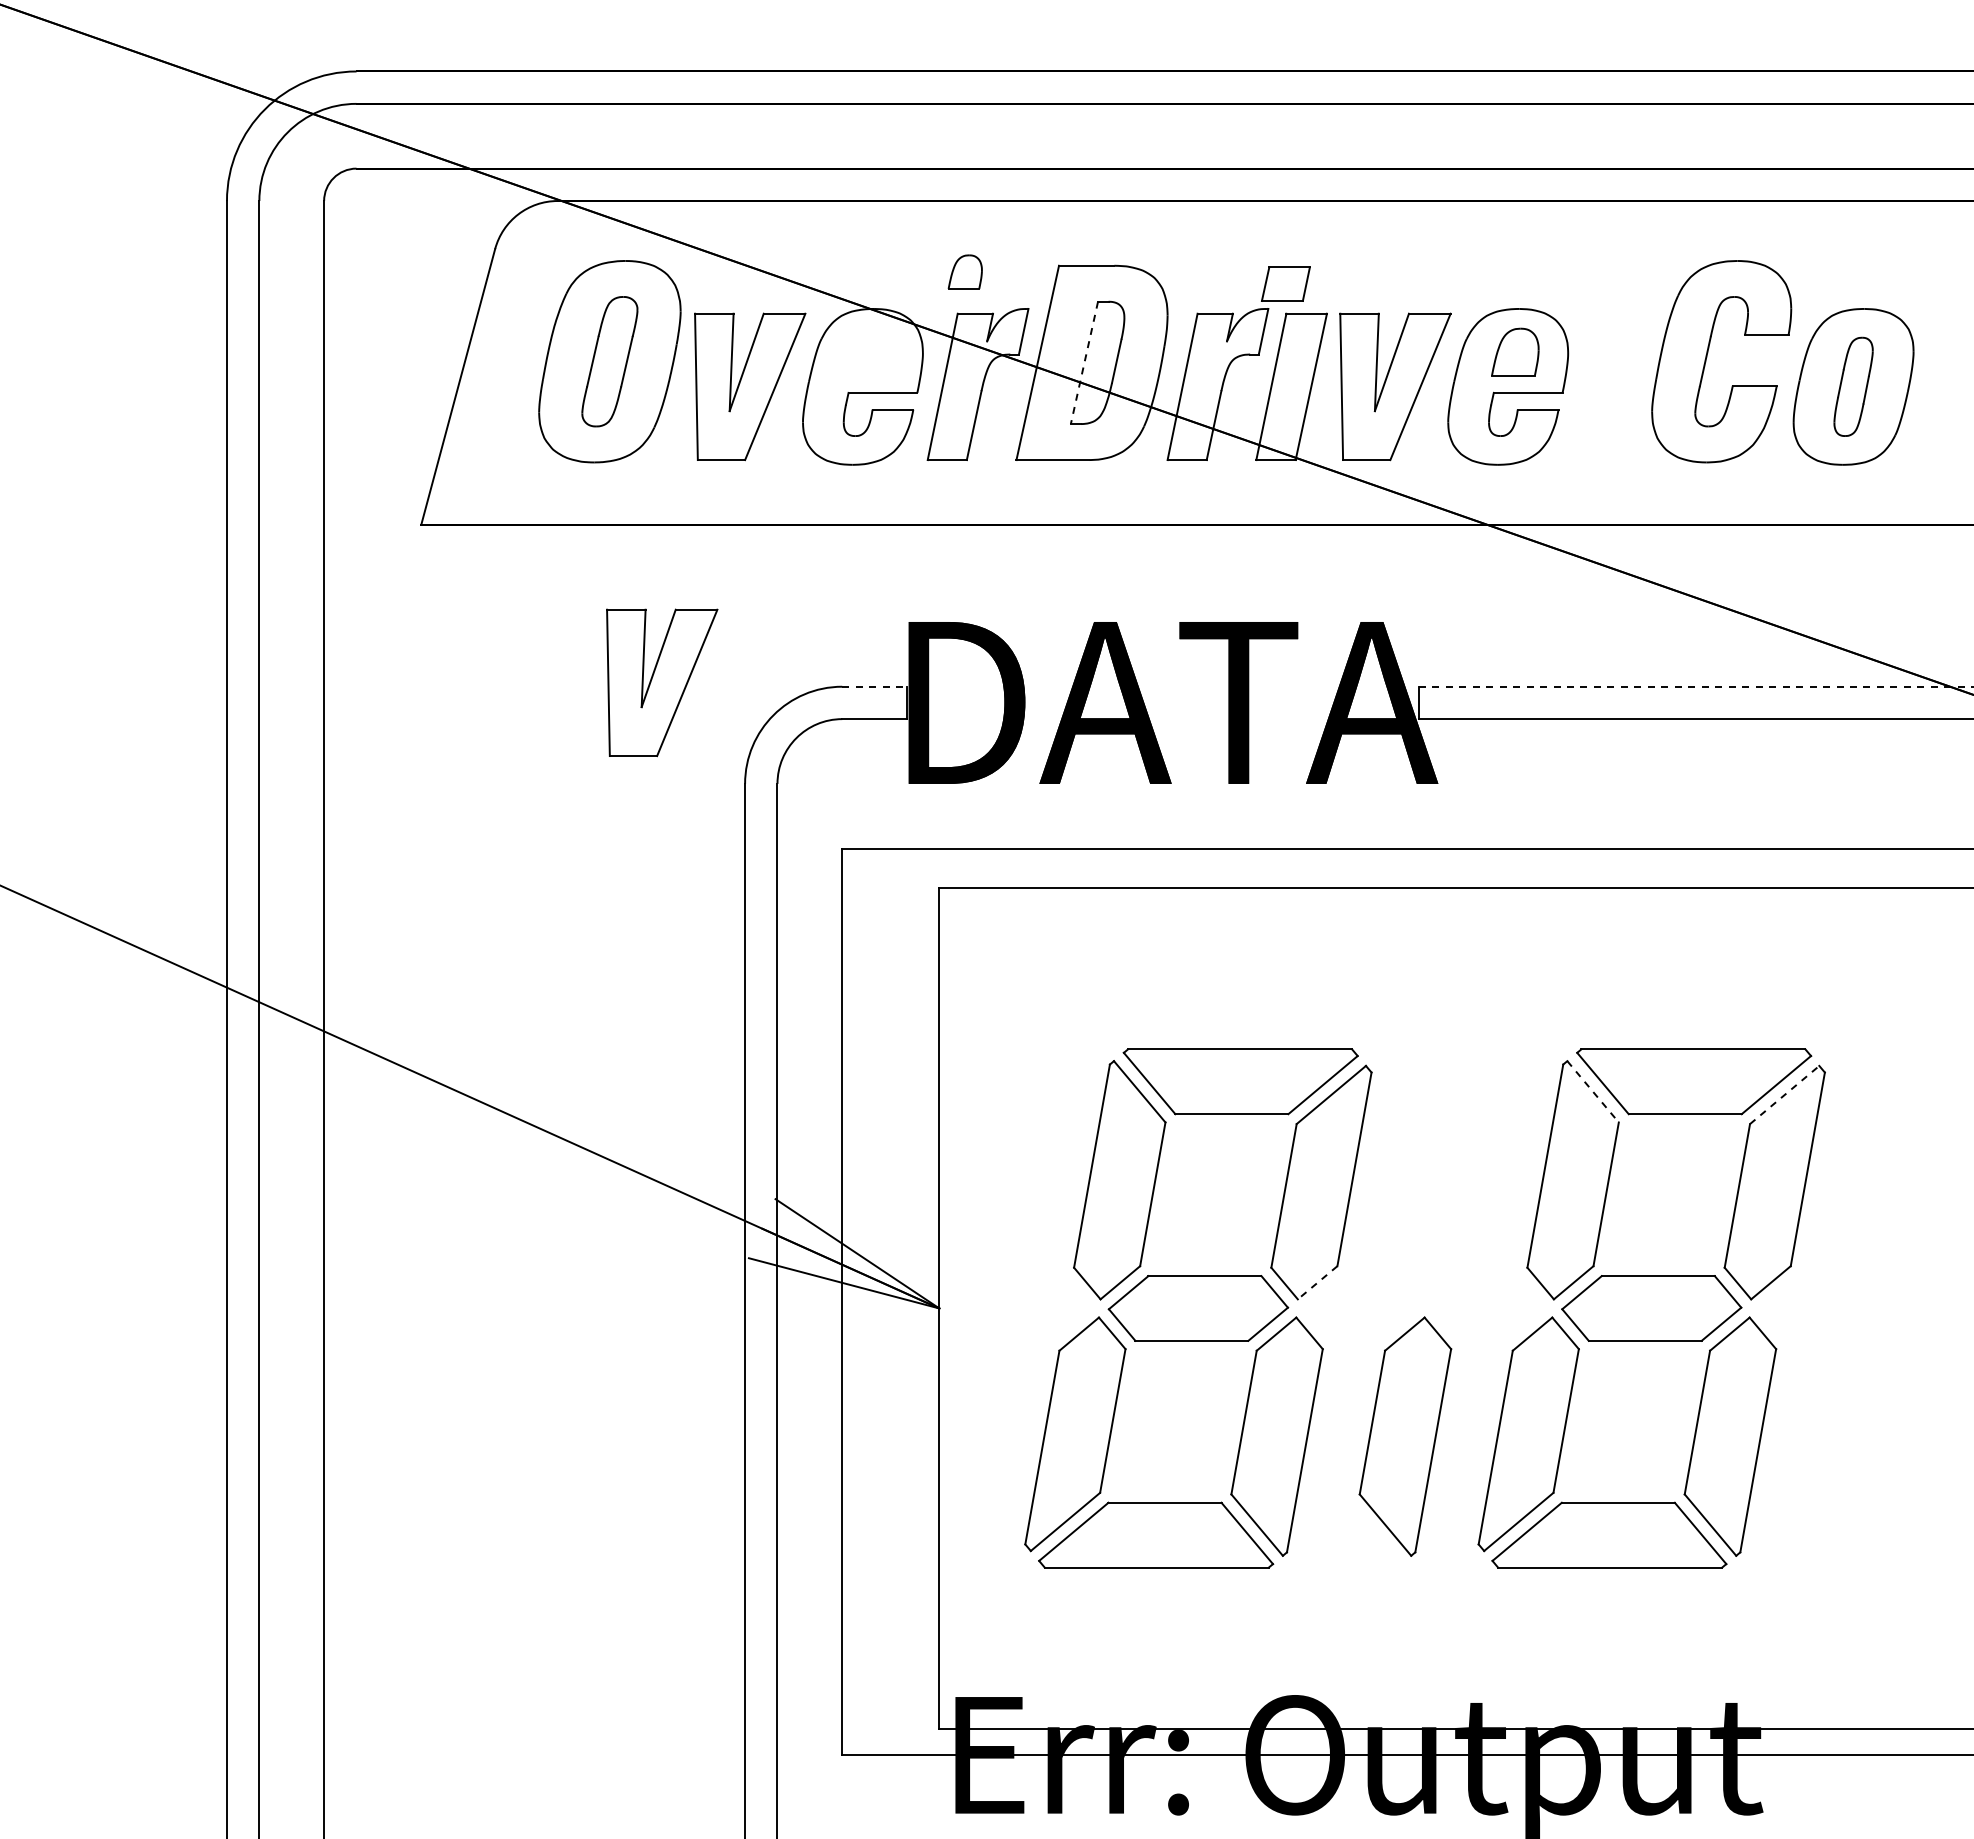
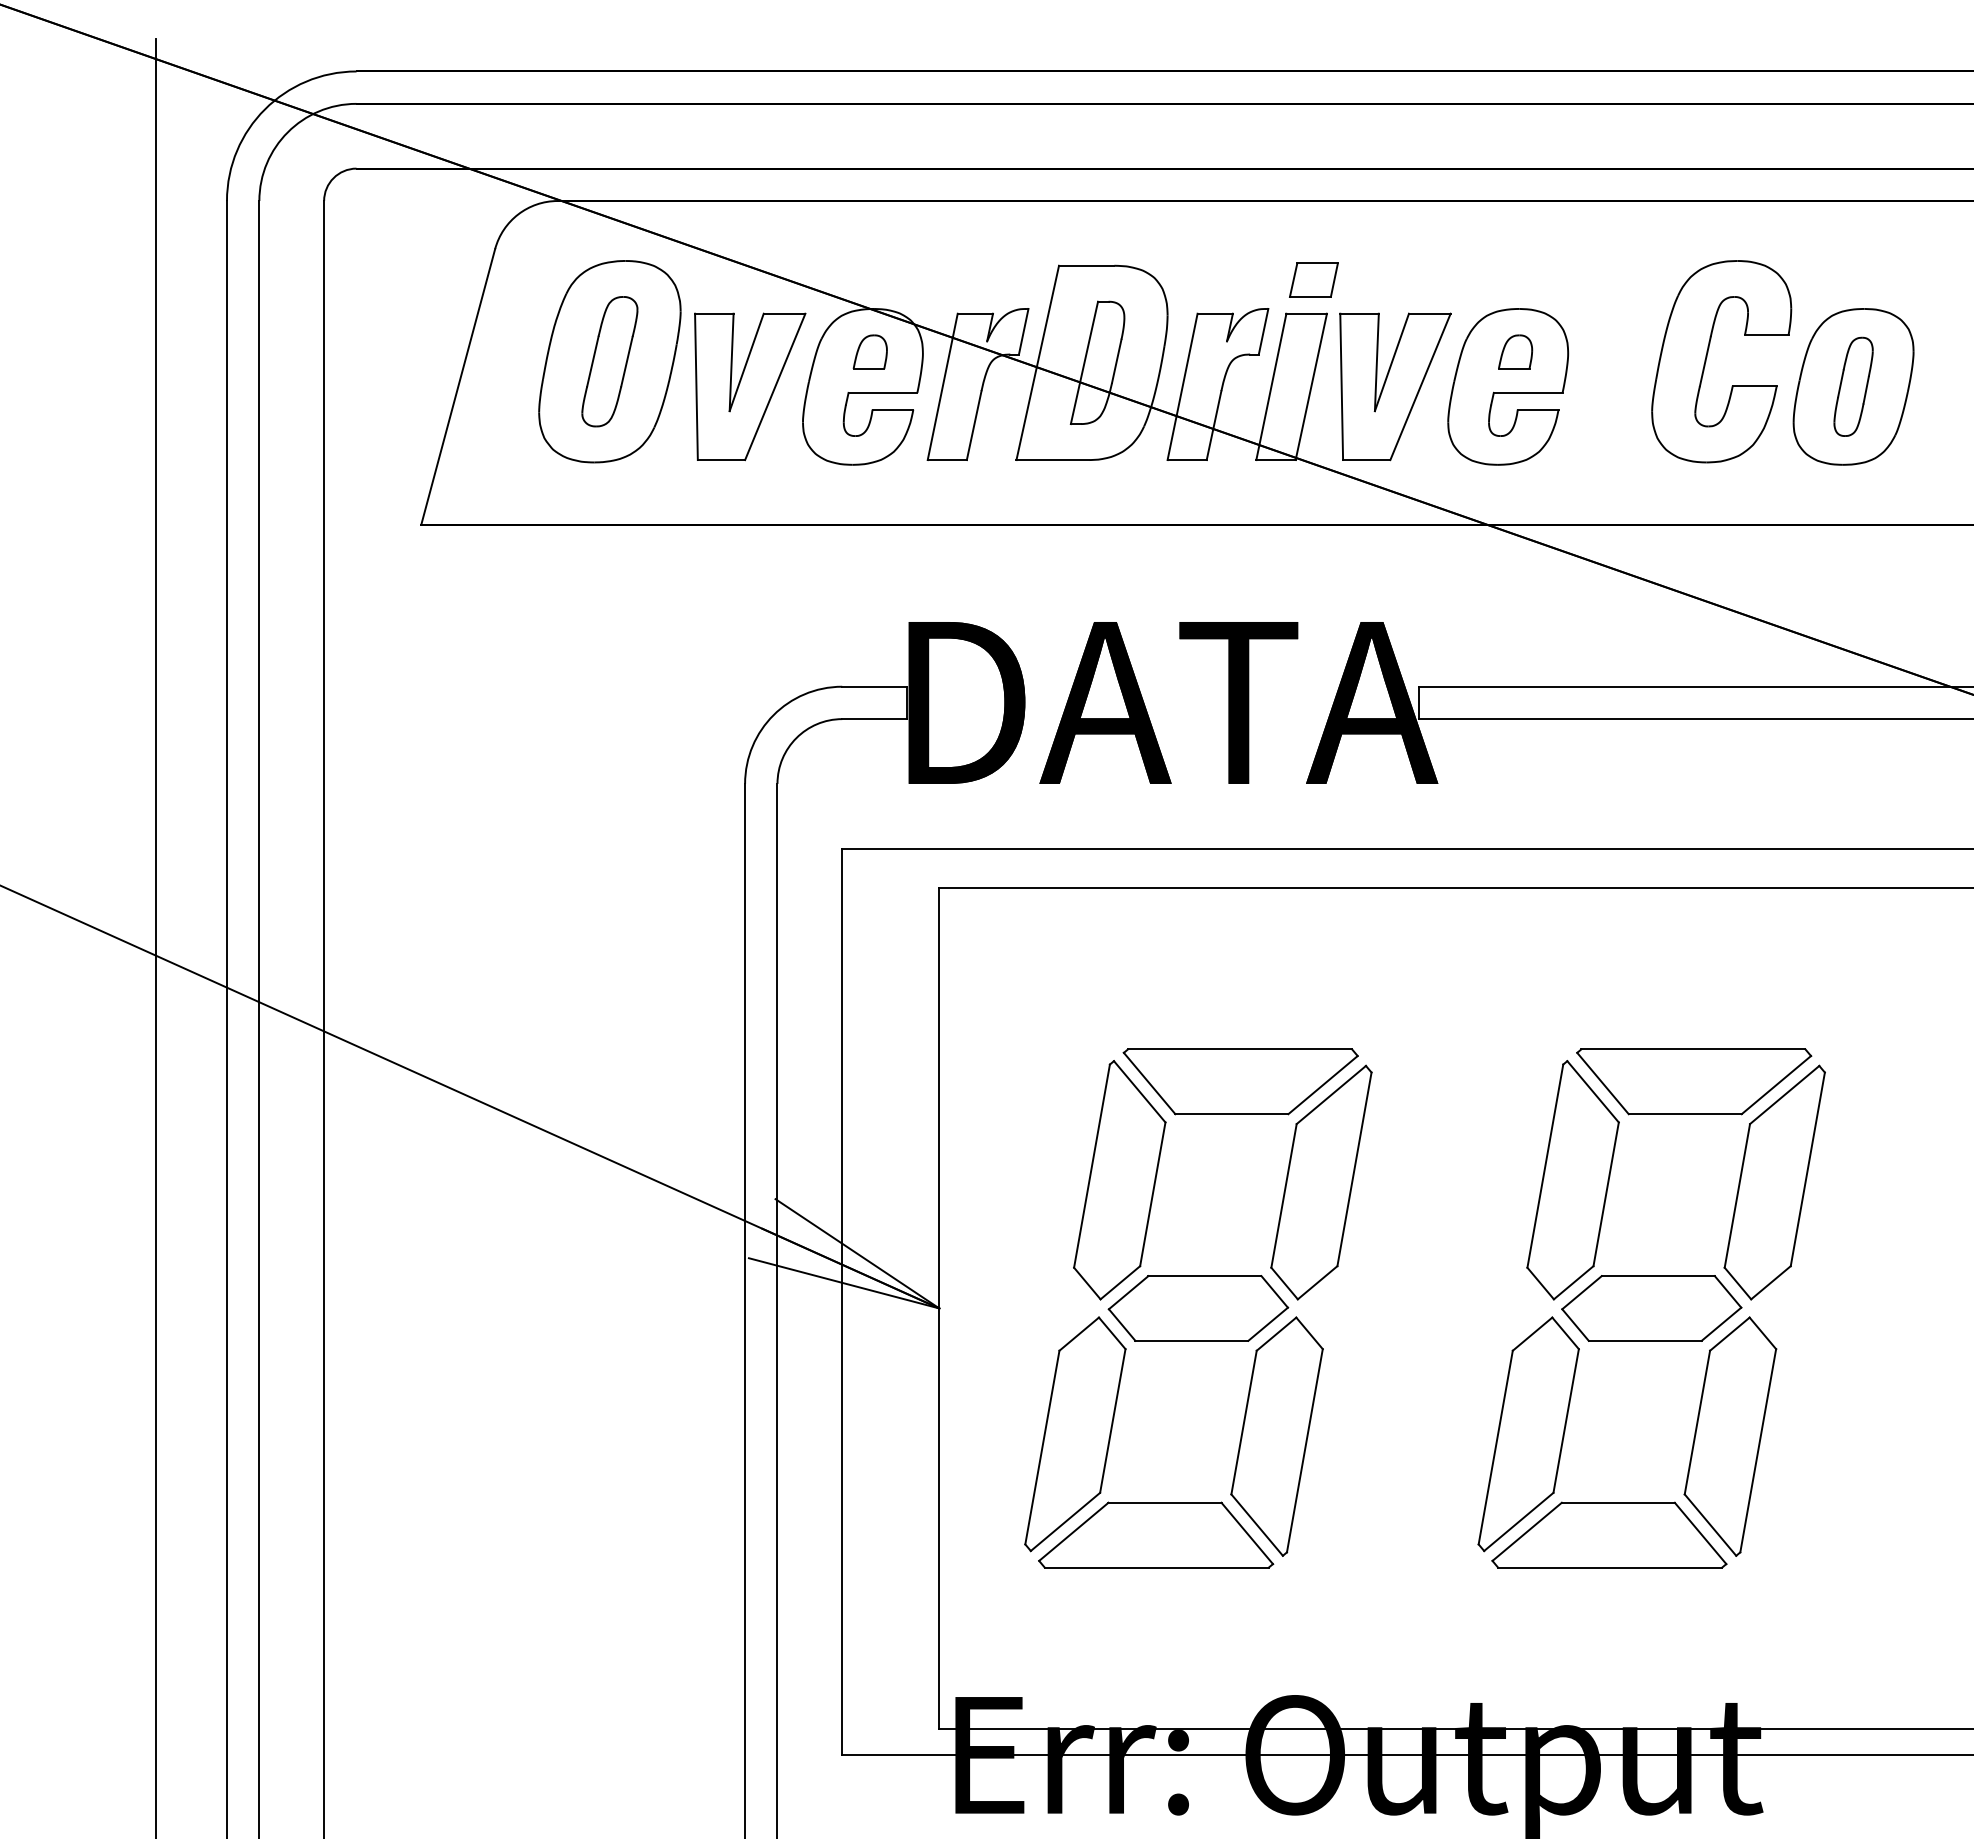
part at (964, 271) position: (964, 271) -> (869, 351)
part at (1285, 283) position: (1285, 283) -> (1313, 279)
part at (1515, 351) size: 49x50 px -> 36x36 px
line at (1084, 362): dashed -> solid
part at (662, 682): present -> none
line at (875, 686): dashed -> solid
line at (1696, 686): dashed -> solid
line at (155, 937): none -> present
line at (1593, 1092): dashed -> solid
line at (1785, 1094): dashed -> solid
line at (1317, 1282): dashed -> solid
part at (1405, 1436): present -> none
